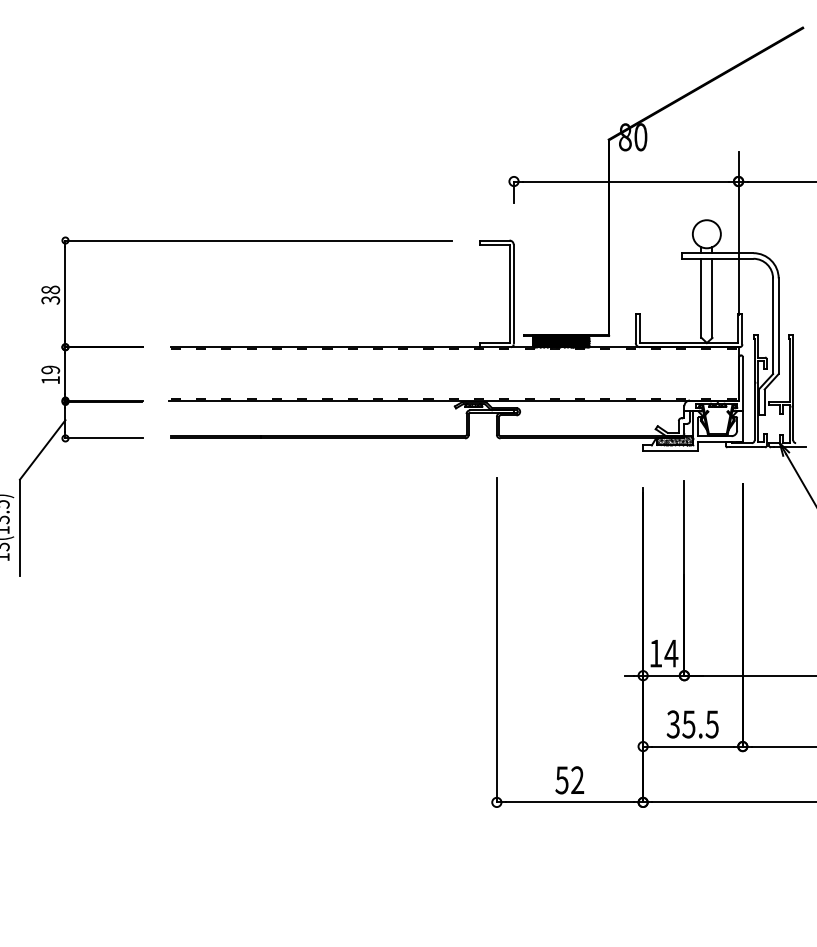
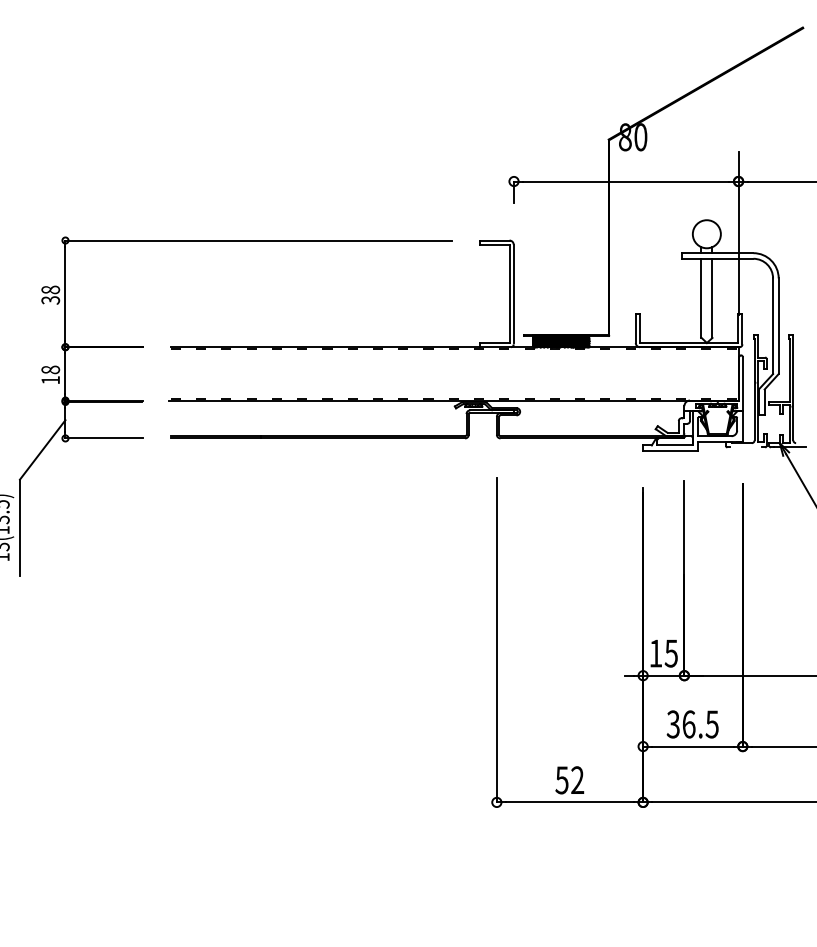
text at (50, 369): 19 -> 18
hatch at (674, 440): present -> none
line at (746, 446): present -> none
text at (671, 653): 14 -> 15
text at (688, 724): 35.5 -> 36.5
